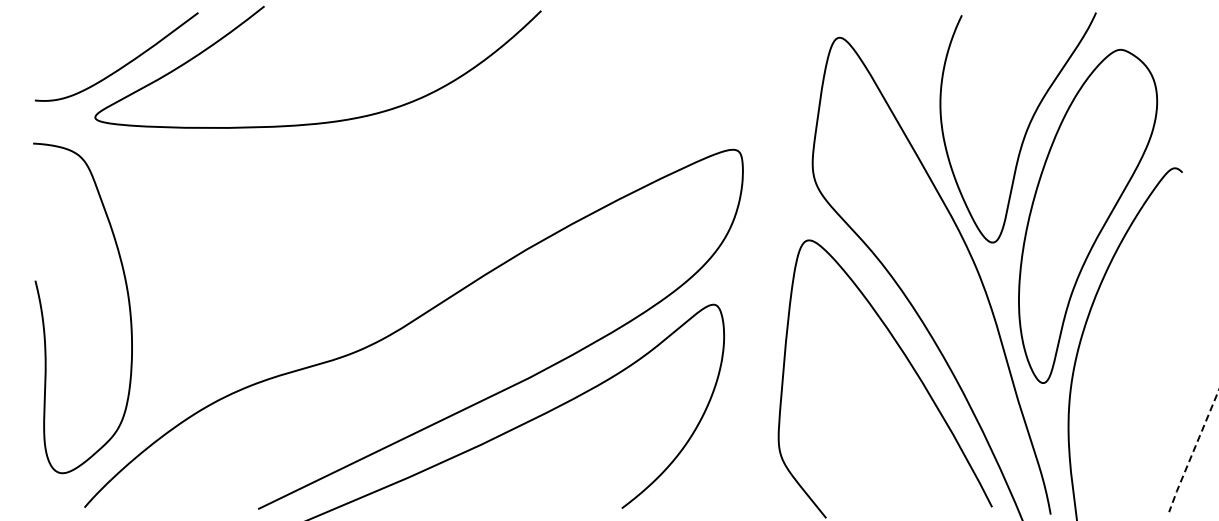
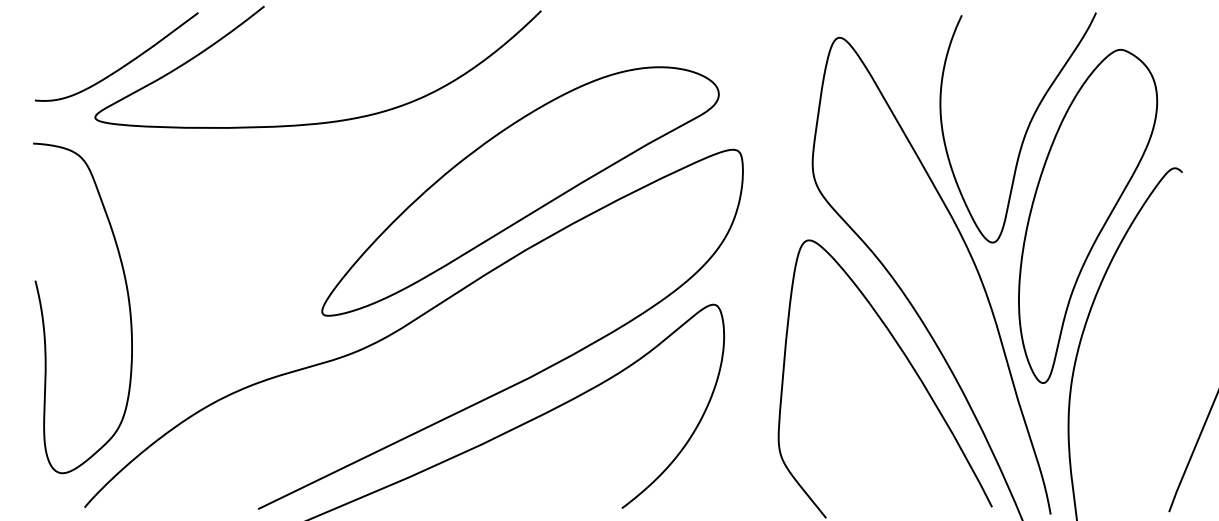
part at (520, 191): none -> present
line at (1193, 451): dashed -> solid
